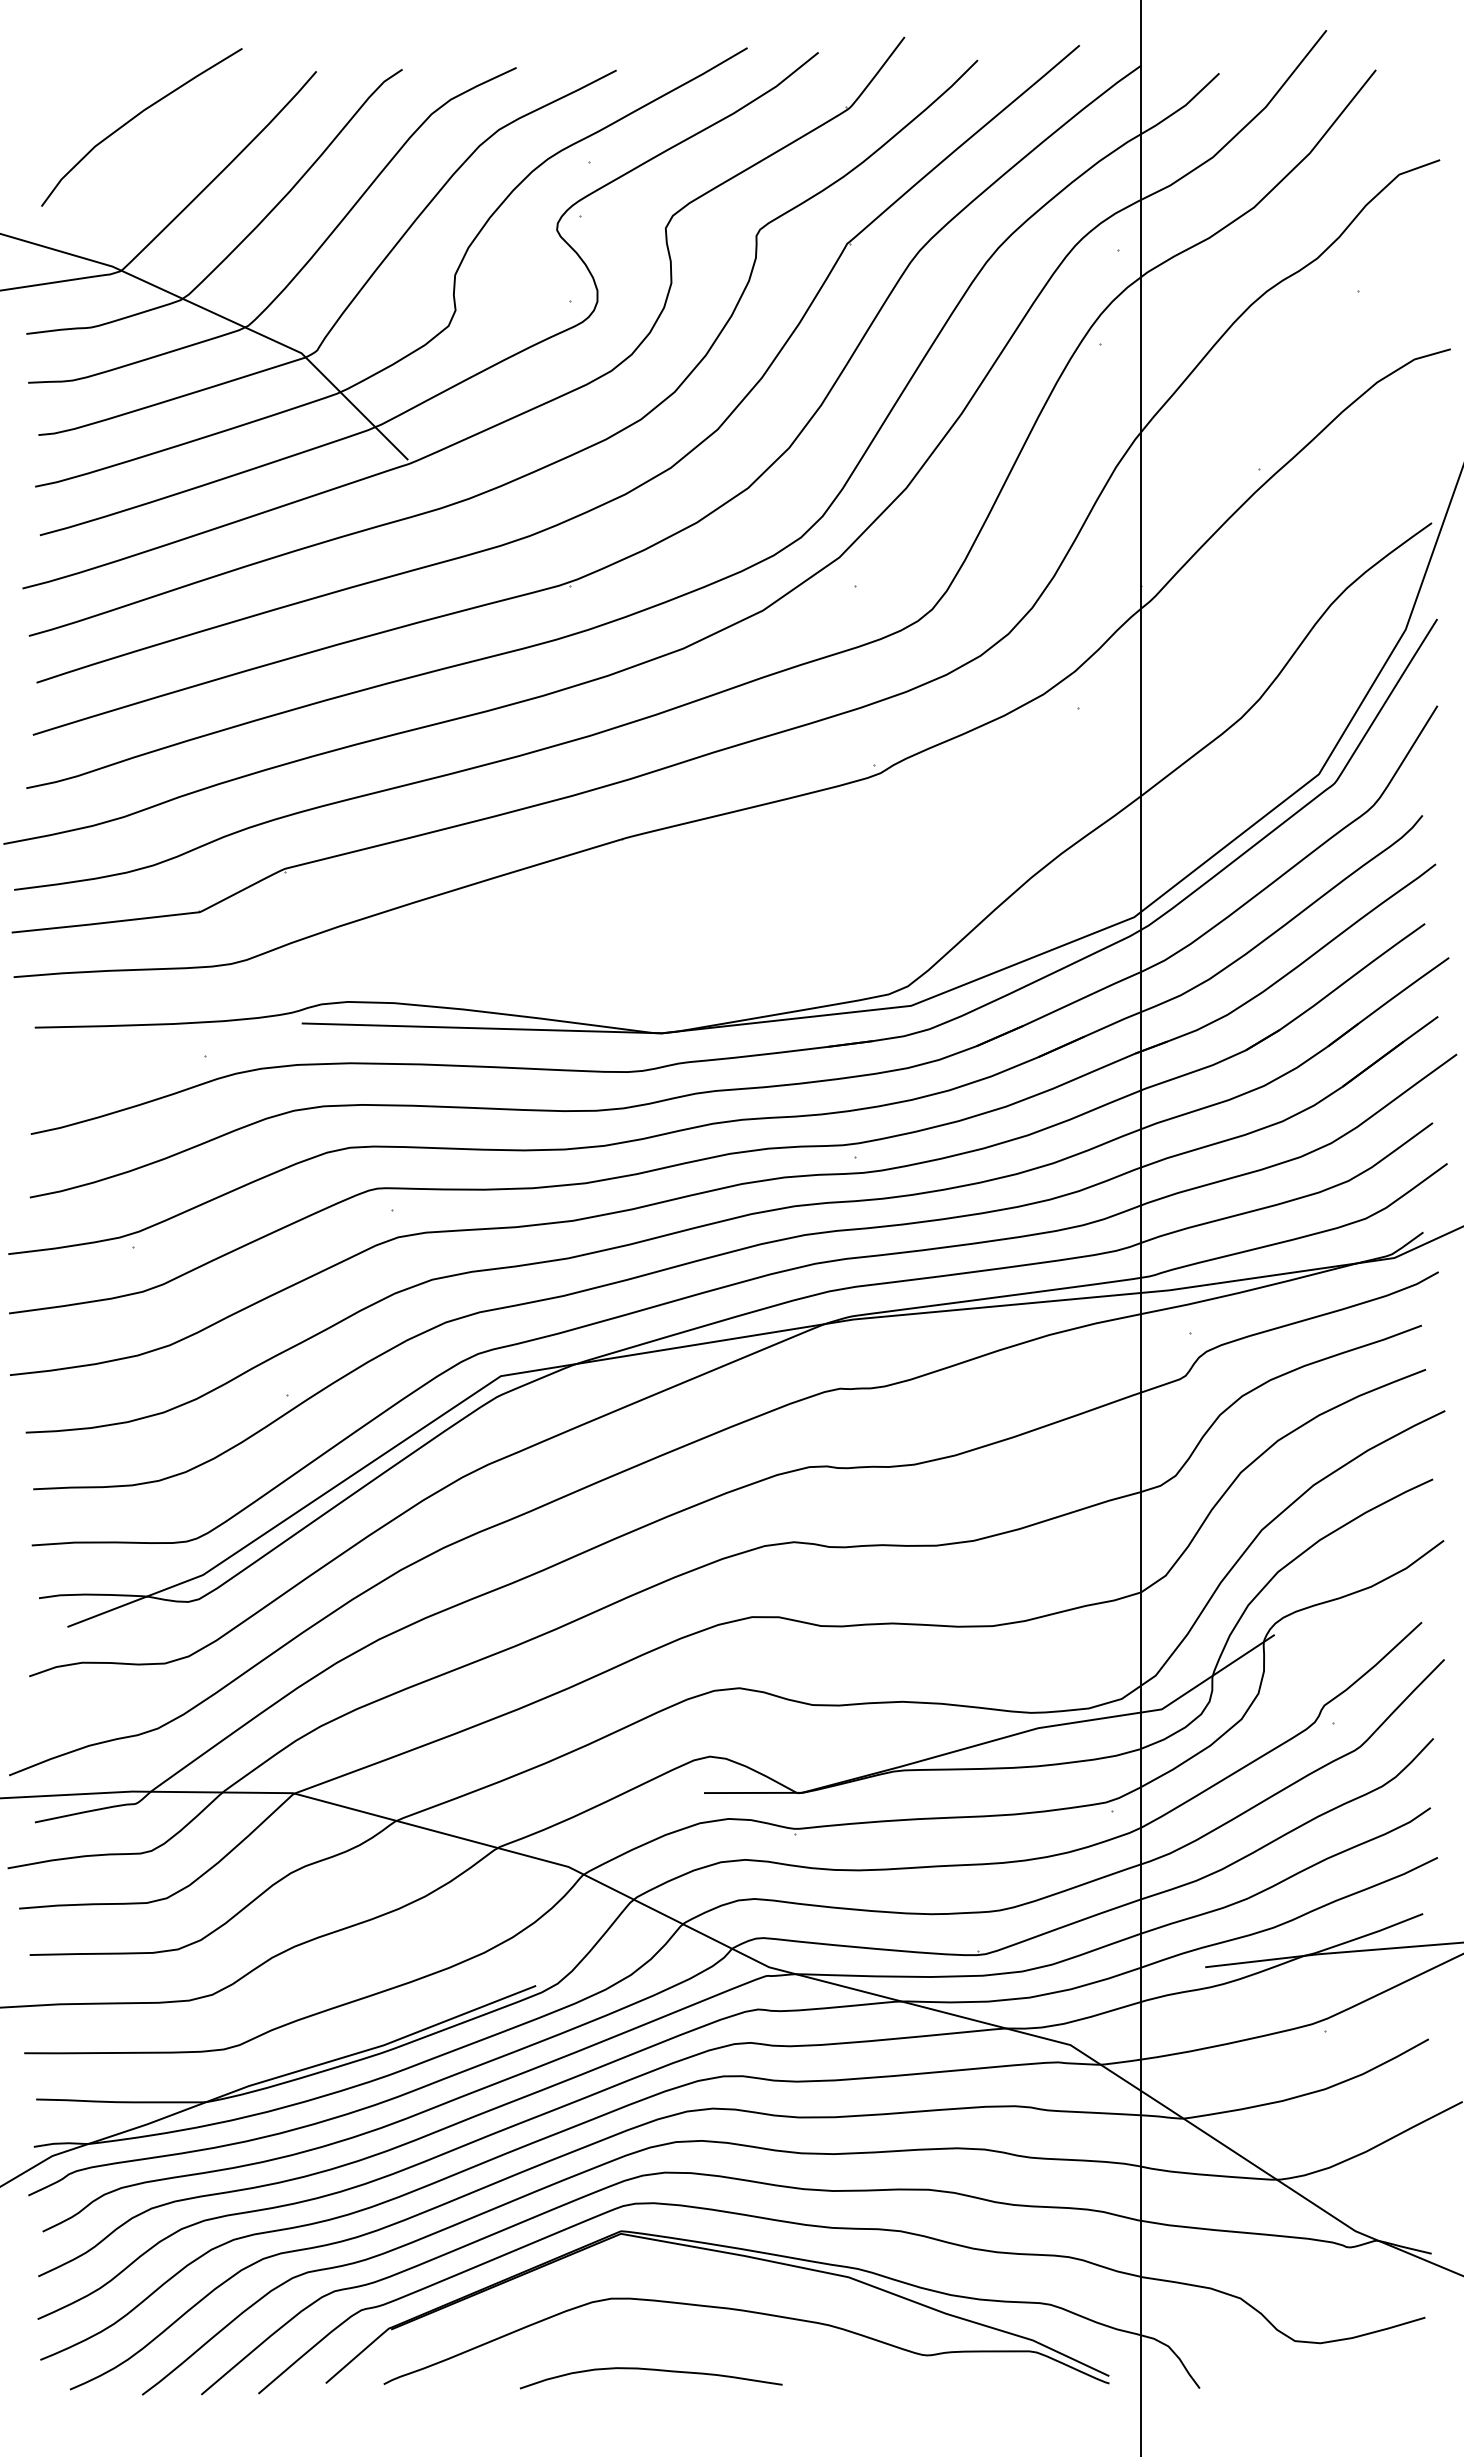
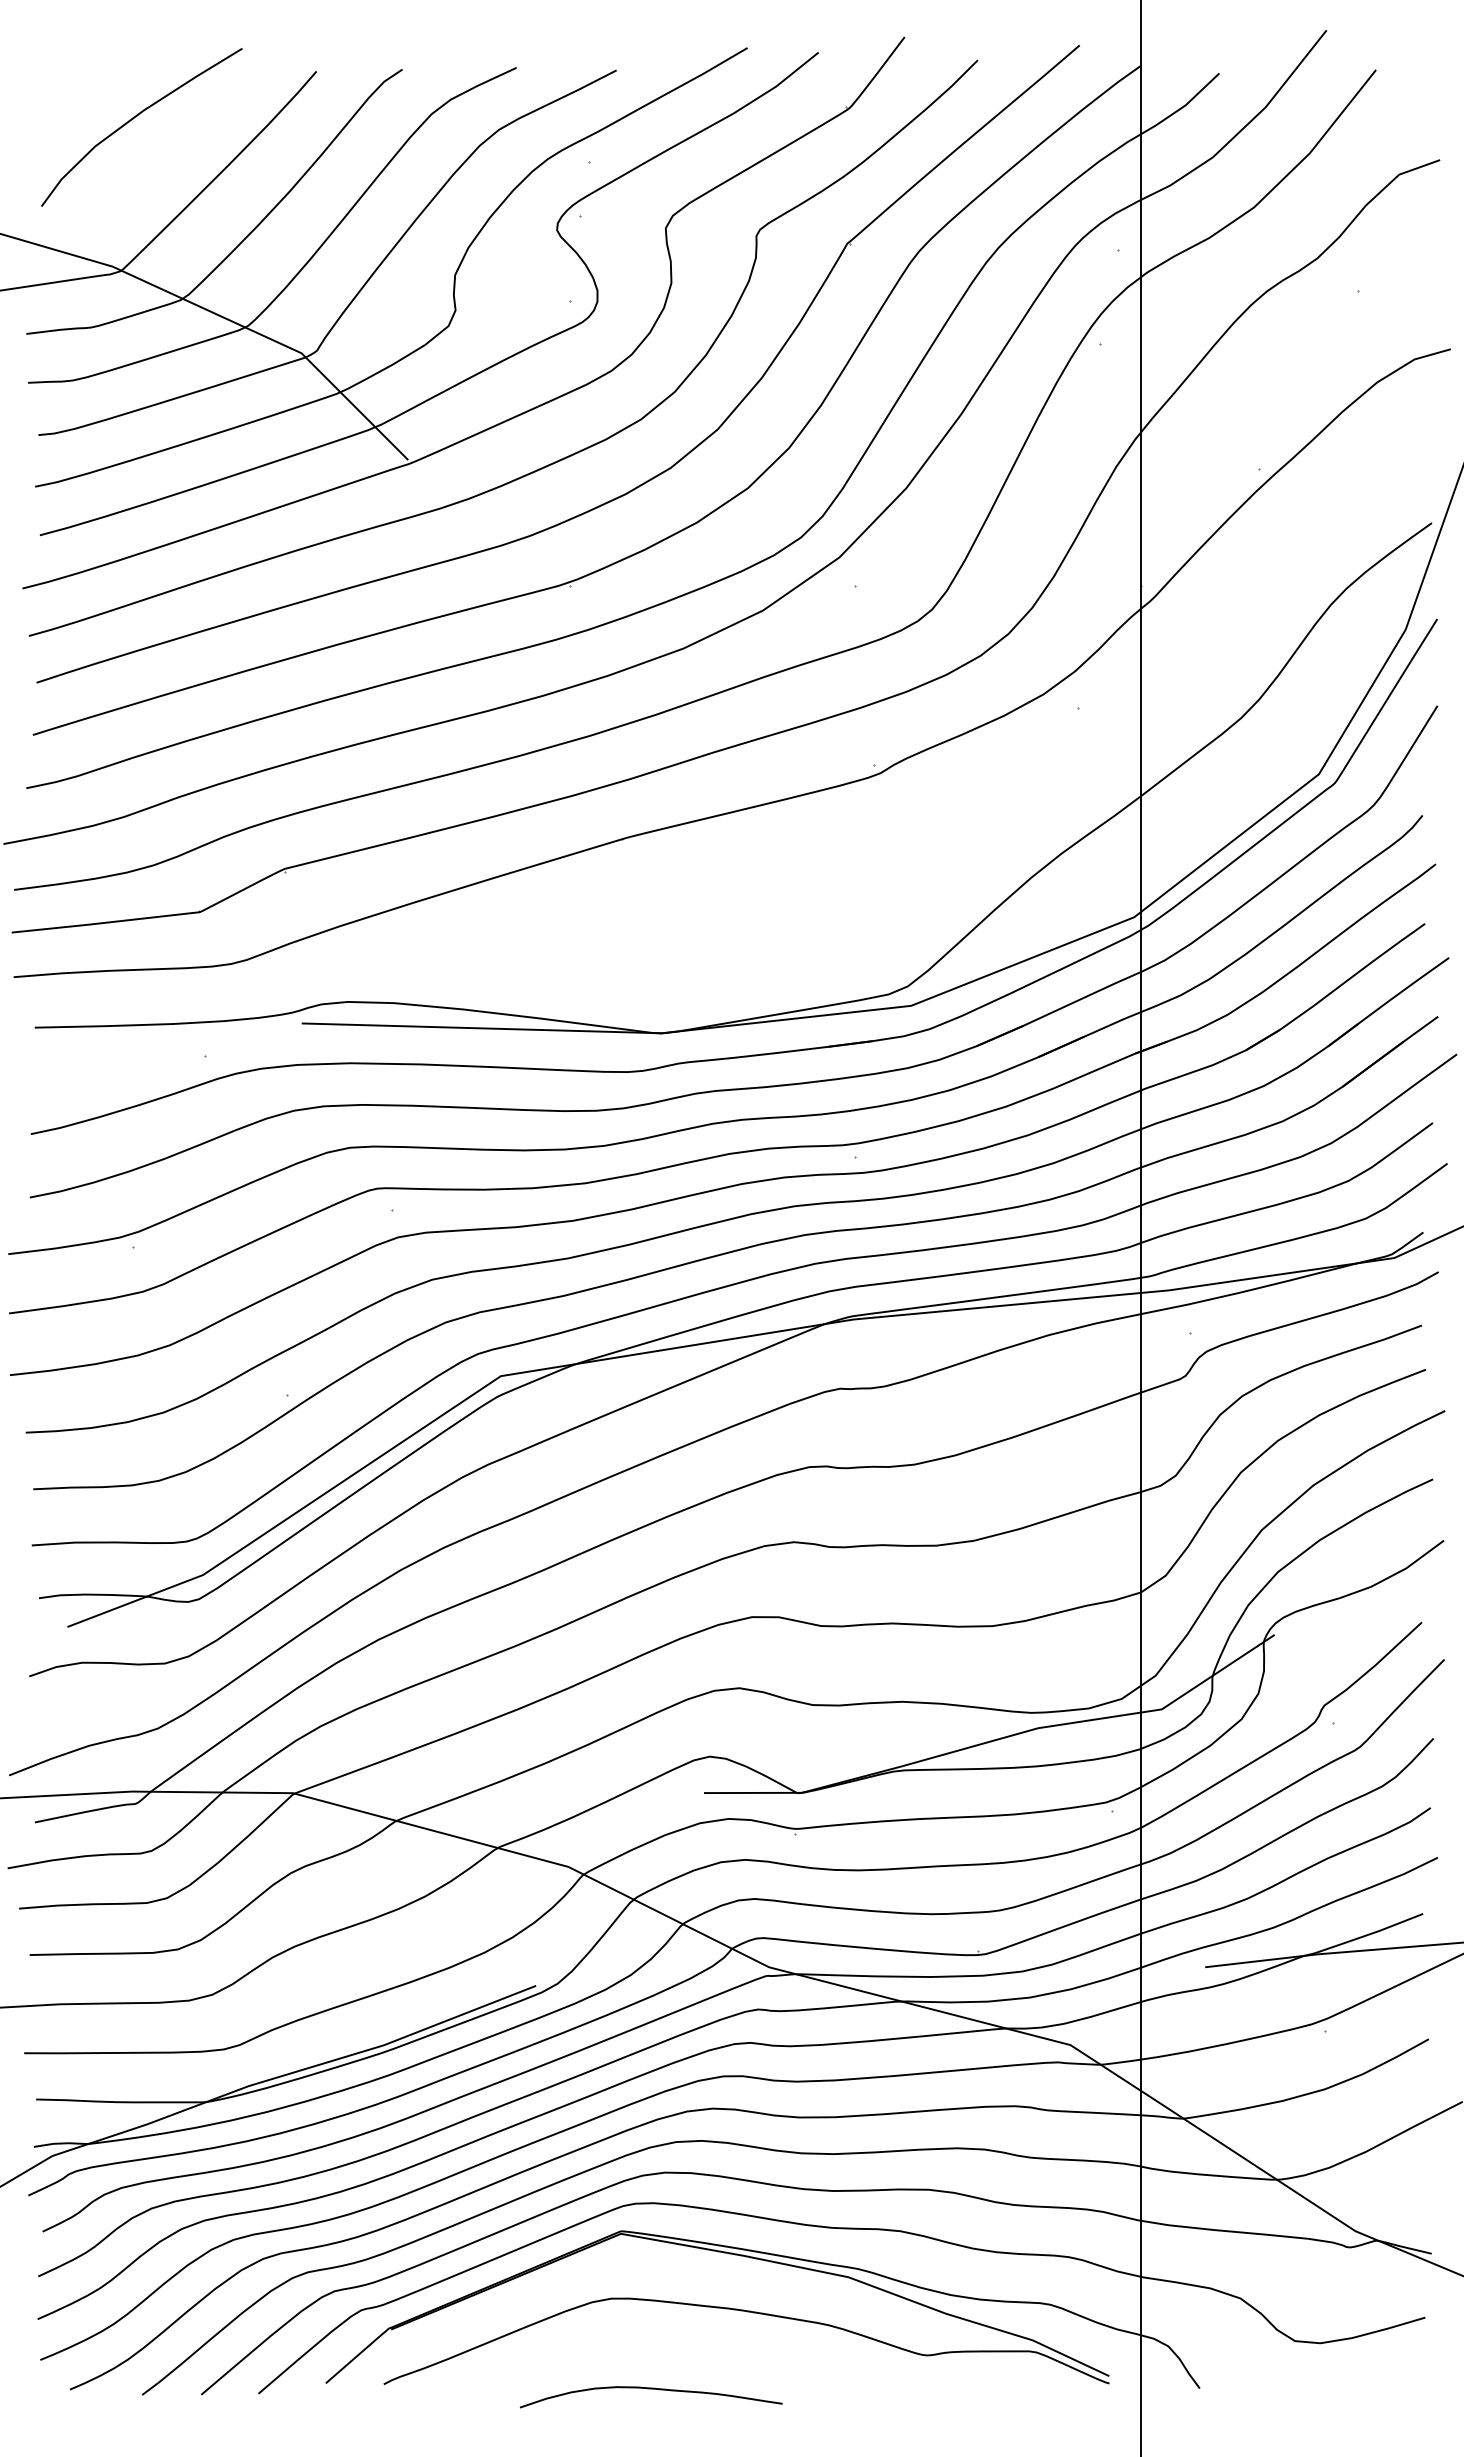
curve at (651, 2370) position: (651, 2370) -> (651, 2389)
